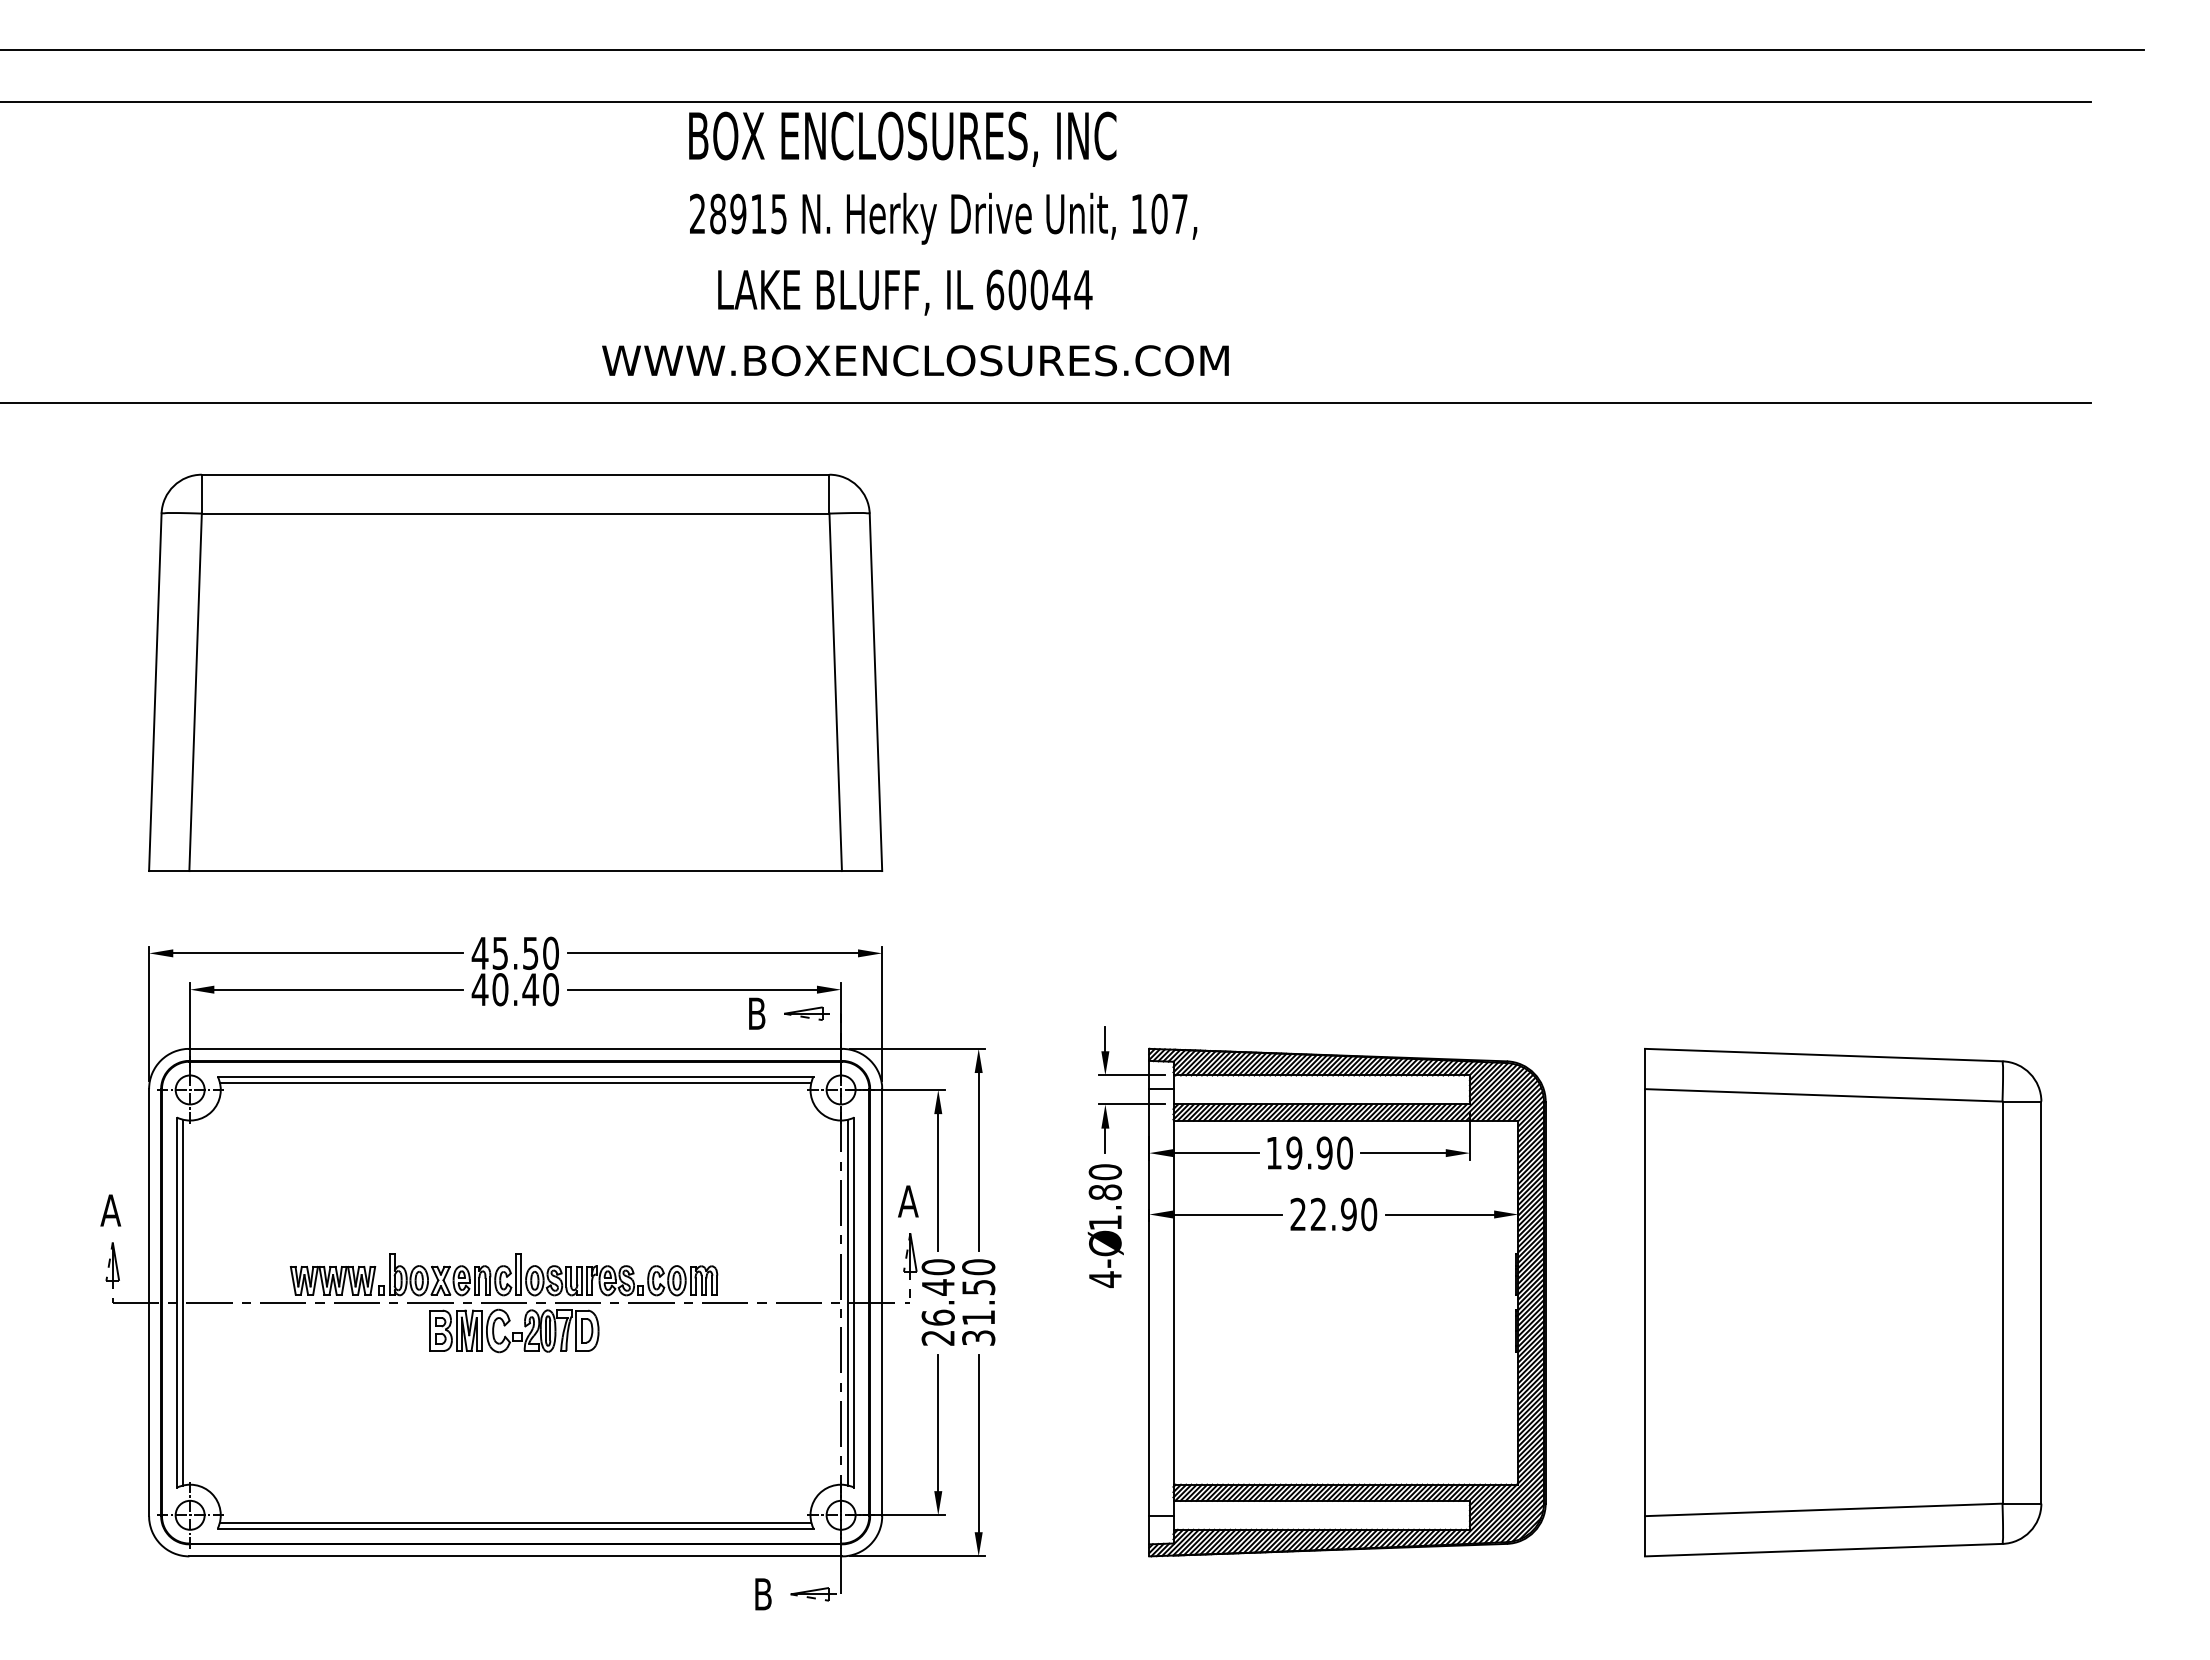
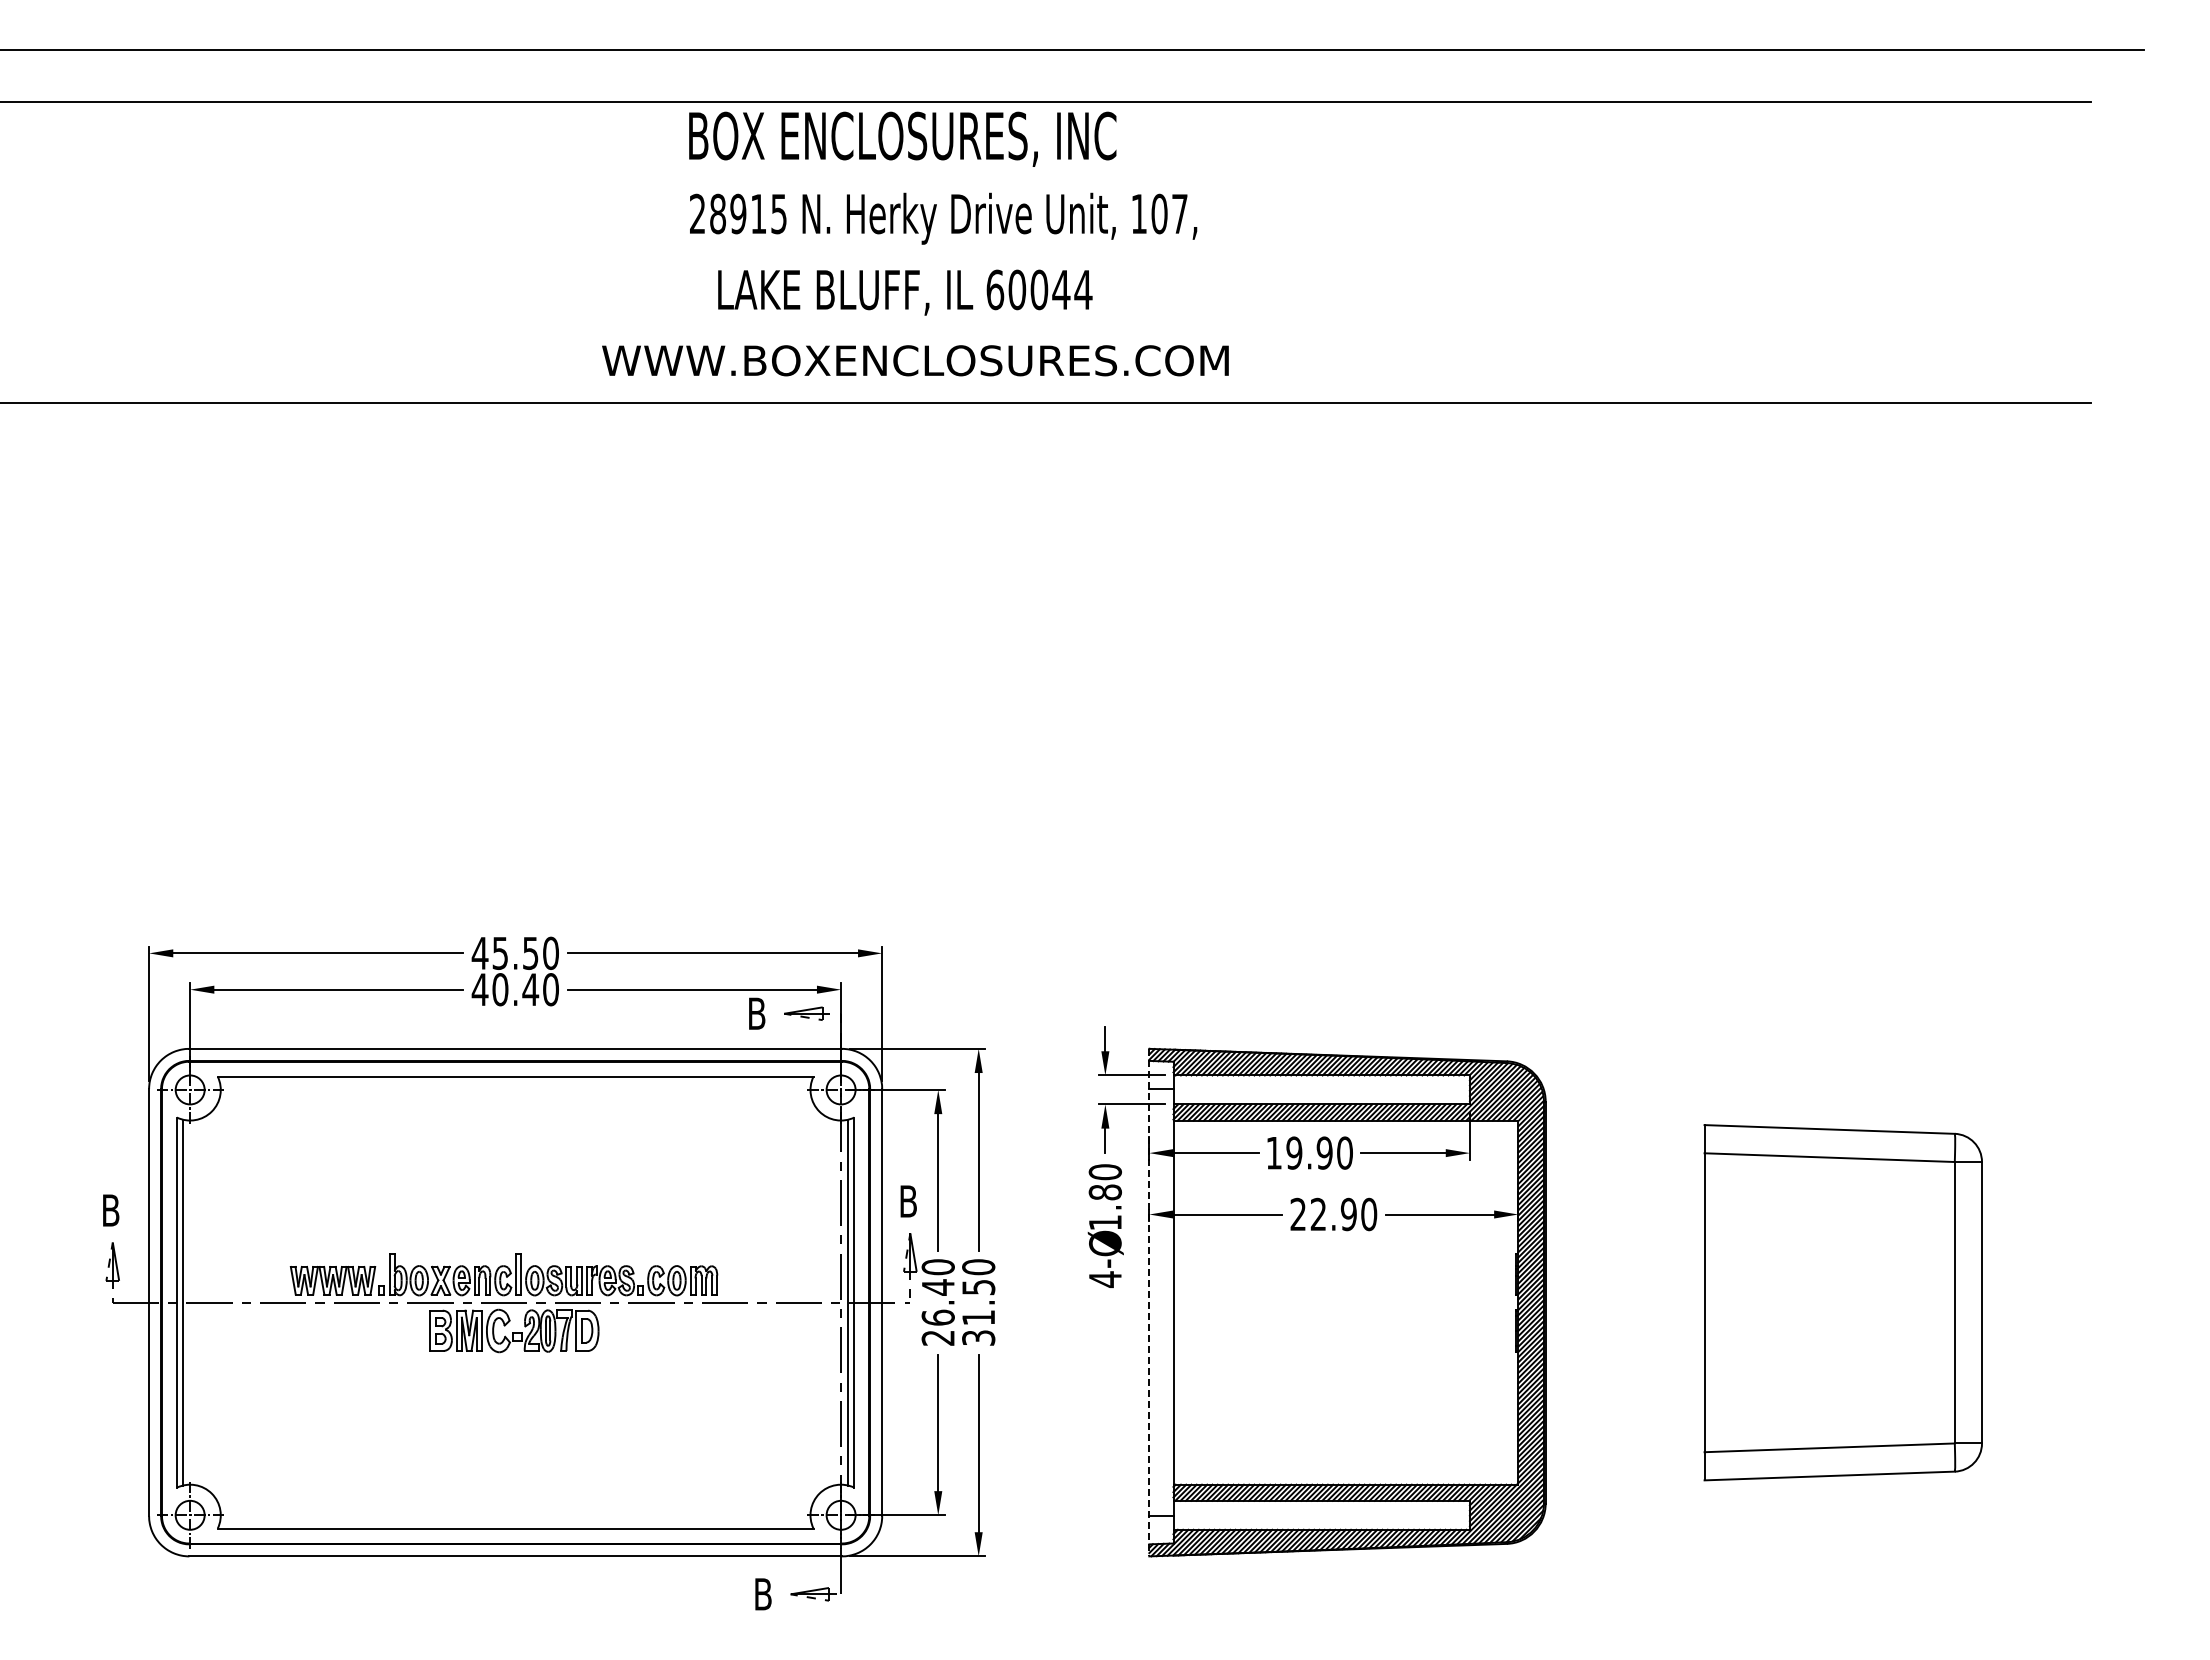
part at (515, 672): present -> none
line at (515, 1082): present -> none
text at (908, 1201): A -> B
text at (110, 1210): A -> B
line at (1149, 1302): solid -> dashed
part at (1843, 1302) size: 399x510 px -> 280x358 px
line at (515, 1522): present -> none
